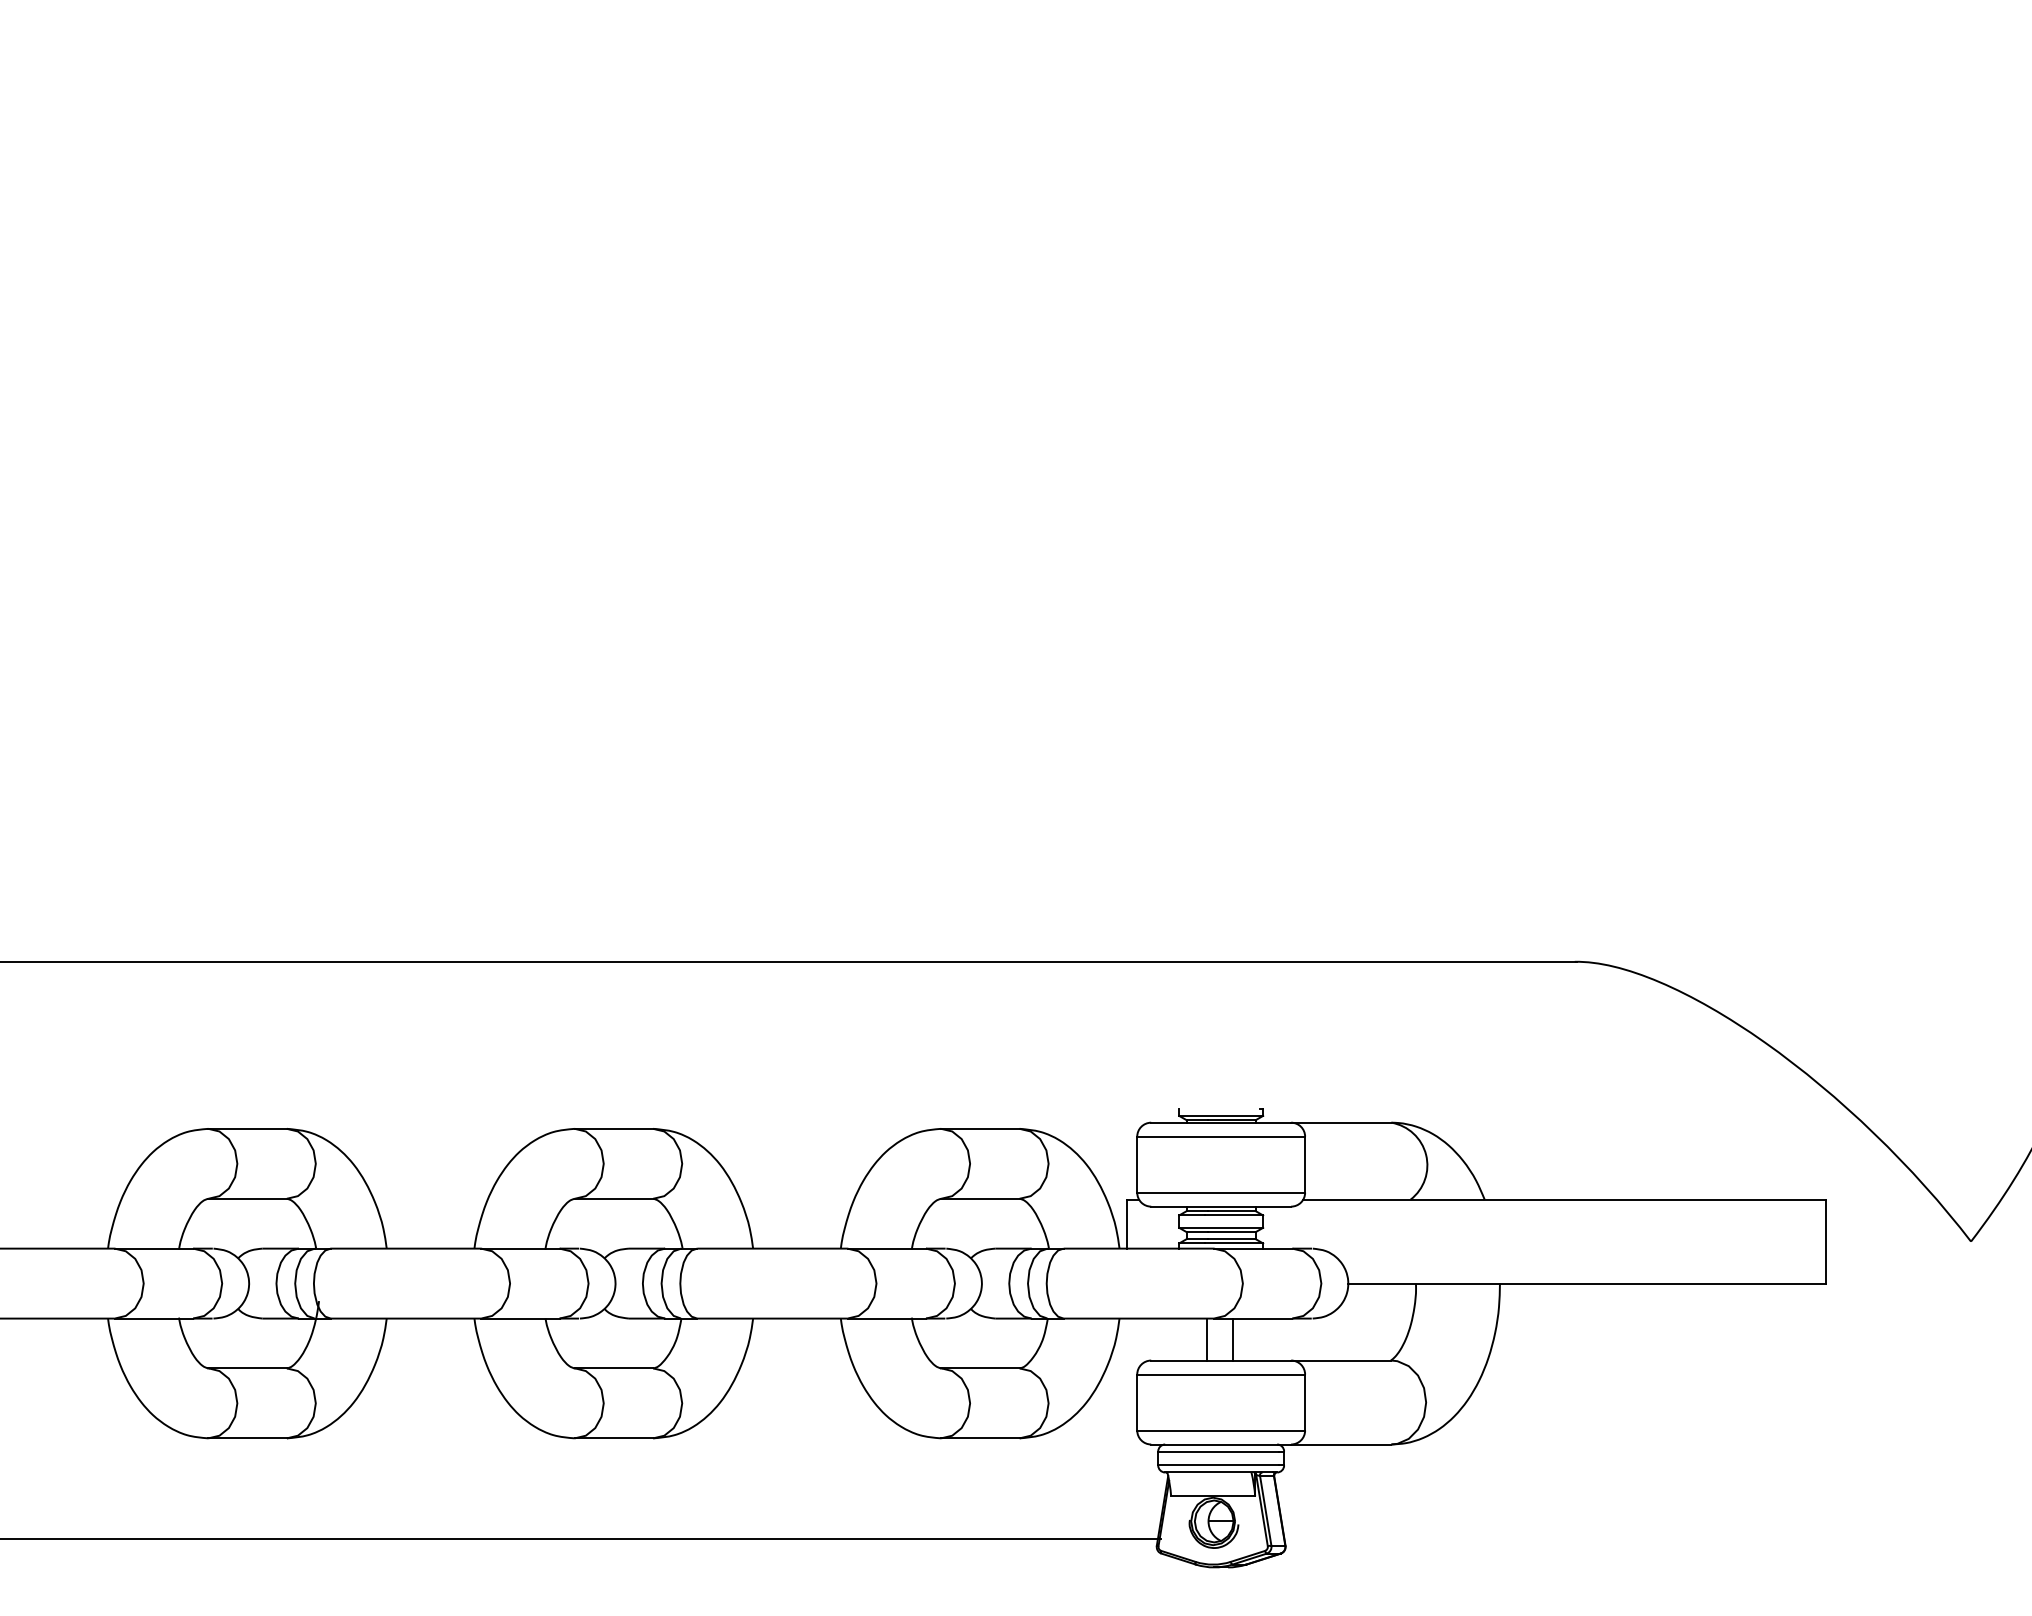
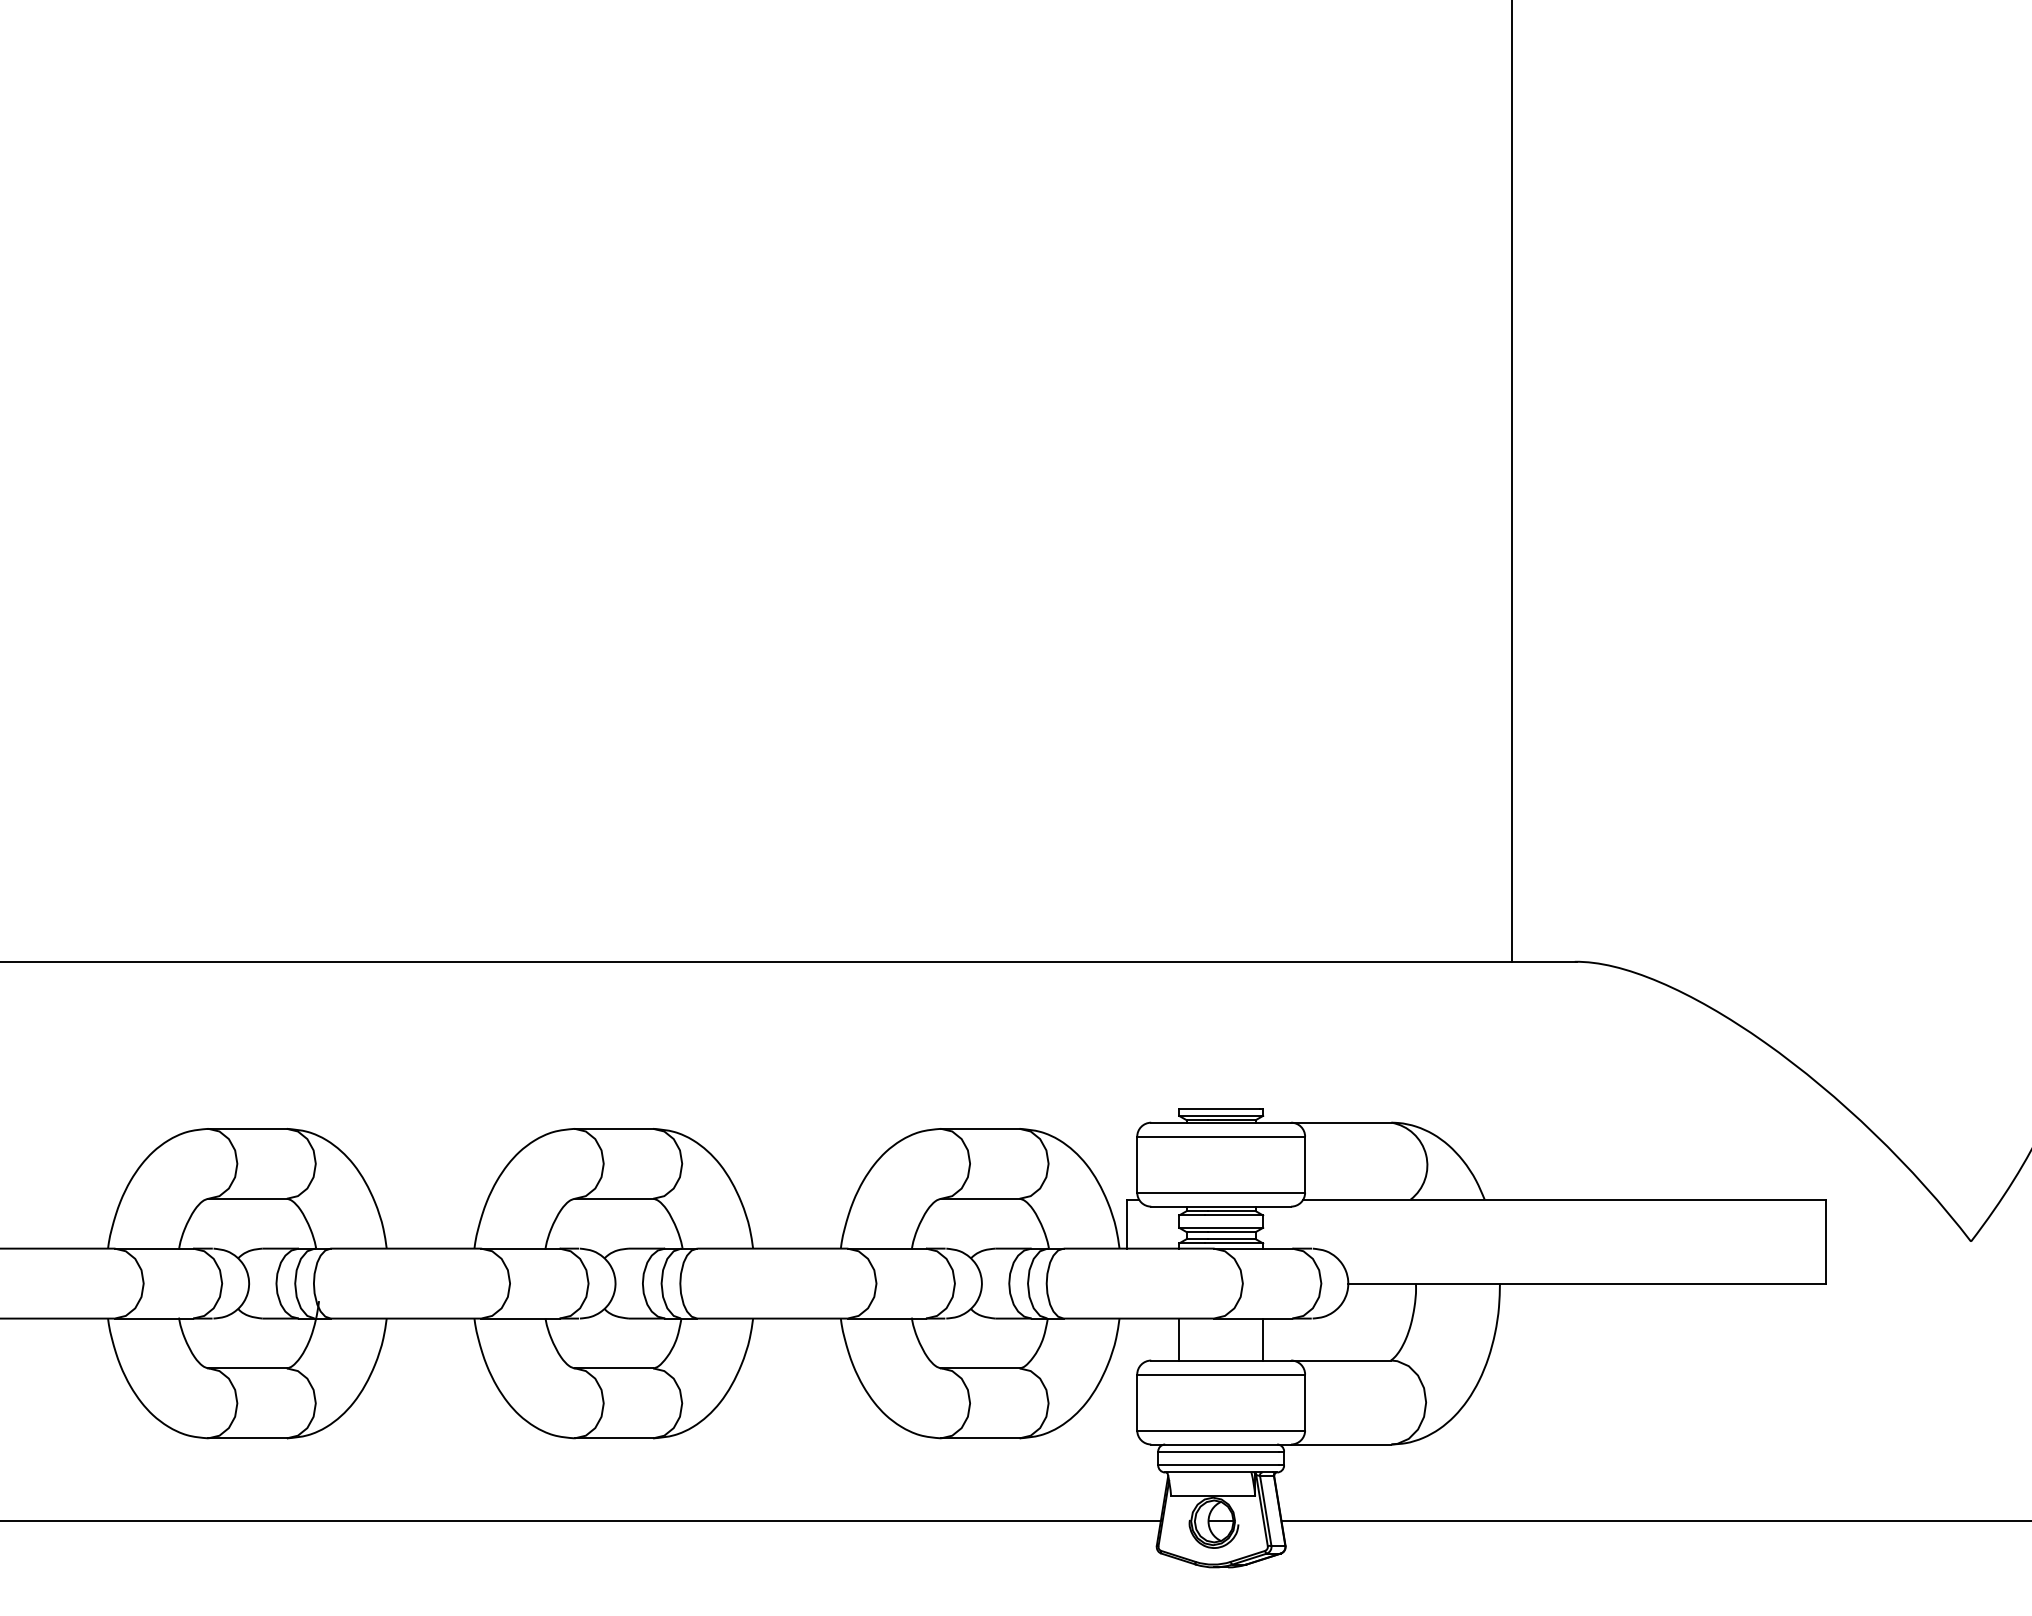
line at (1511, 481): none -> present
line at (1219, 1108): none -> present
line at (1207, 1339) position: (1207, 1339) -> (1179, 1339)
line at (1233, 1339) position: (1233, 1339) -> (1263, 1339)
line at (1654, 1521): none -> present
line at (581, 1539) position: (581, 1539) -> (581, 1521)
